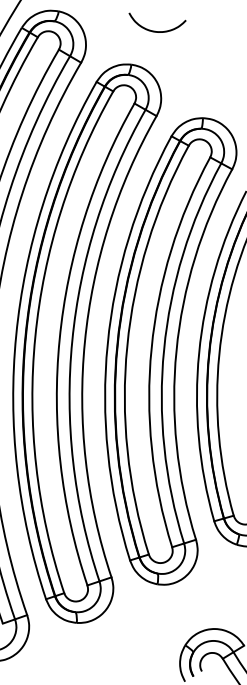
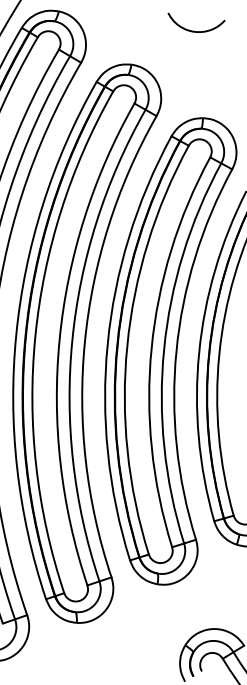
curve at (155, 30) position: (155, 30) -> (194, 30)
